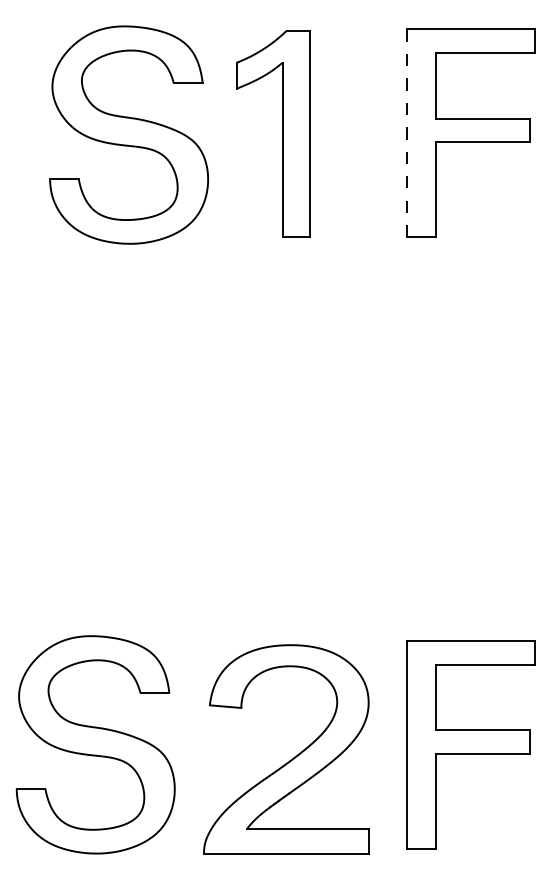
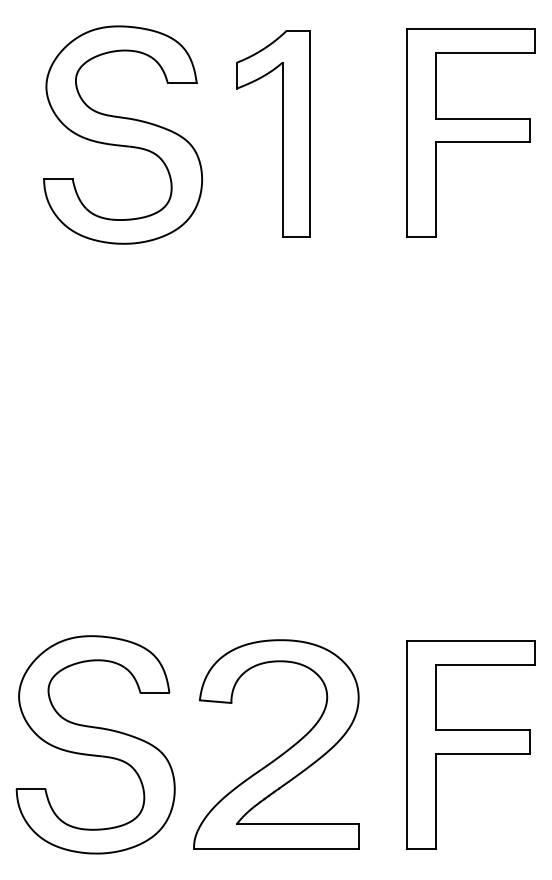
line at (407, 133): dashed -> solid
part at (128, 134) position: (128, 134) -> (122, 134)
part at (294, 756) position: (294, 756) -> (284, 751)
